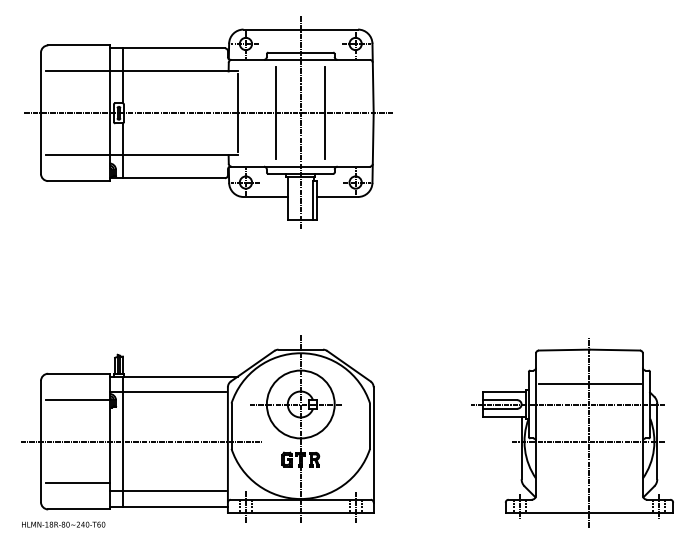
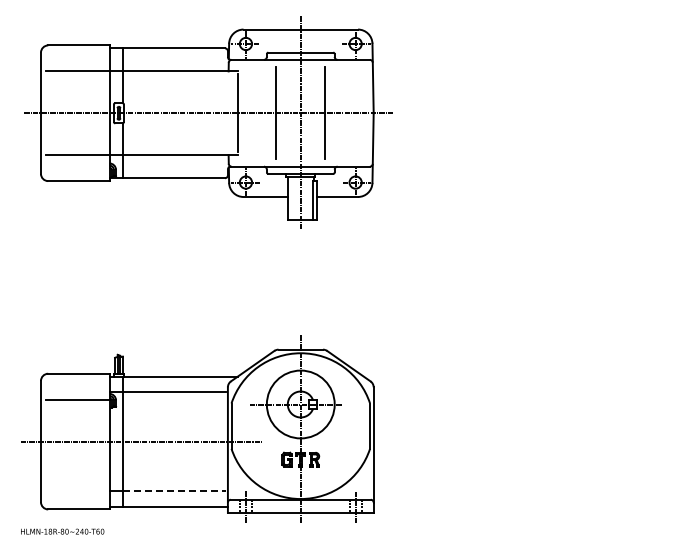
part at (572, 432): present -> none
line at (77, 483): present -> none
line at (174, 491): solid -> dashed
text at (63, 524) position: (63, 524) -> (62, 531)
